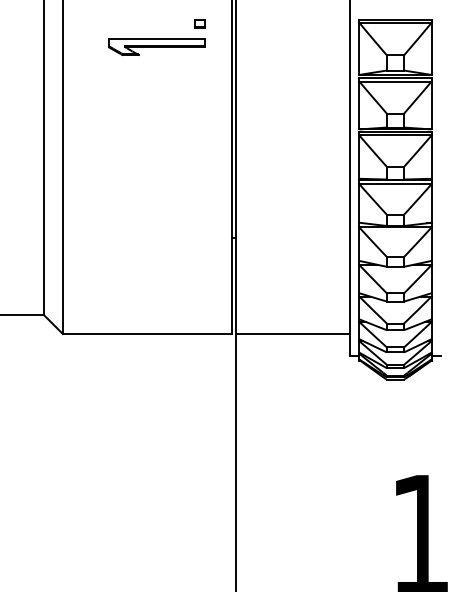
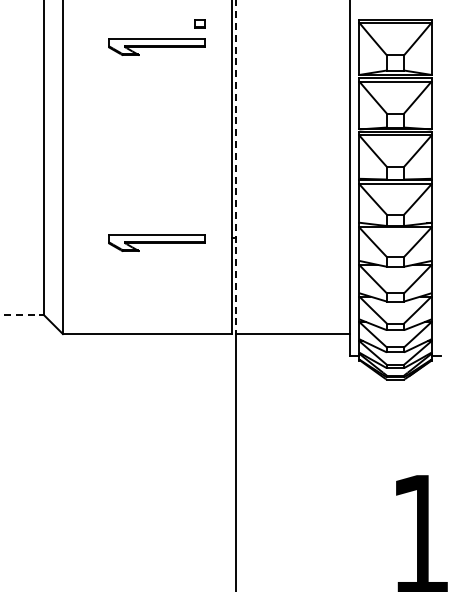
line at (236, 167): solid -> dashed
part at (156, 242): none -> present
line at (22, 314): solid -> dashed
